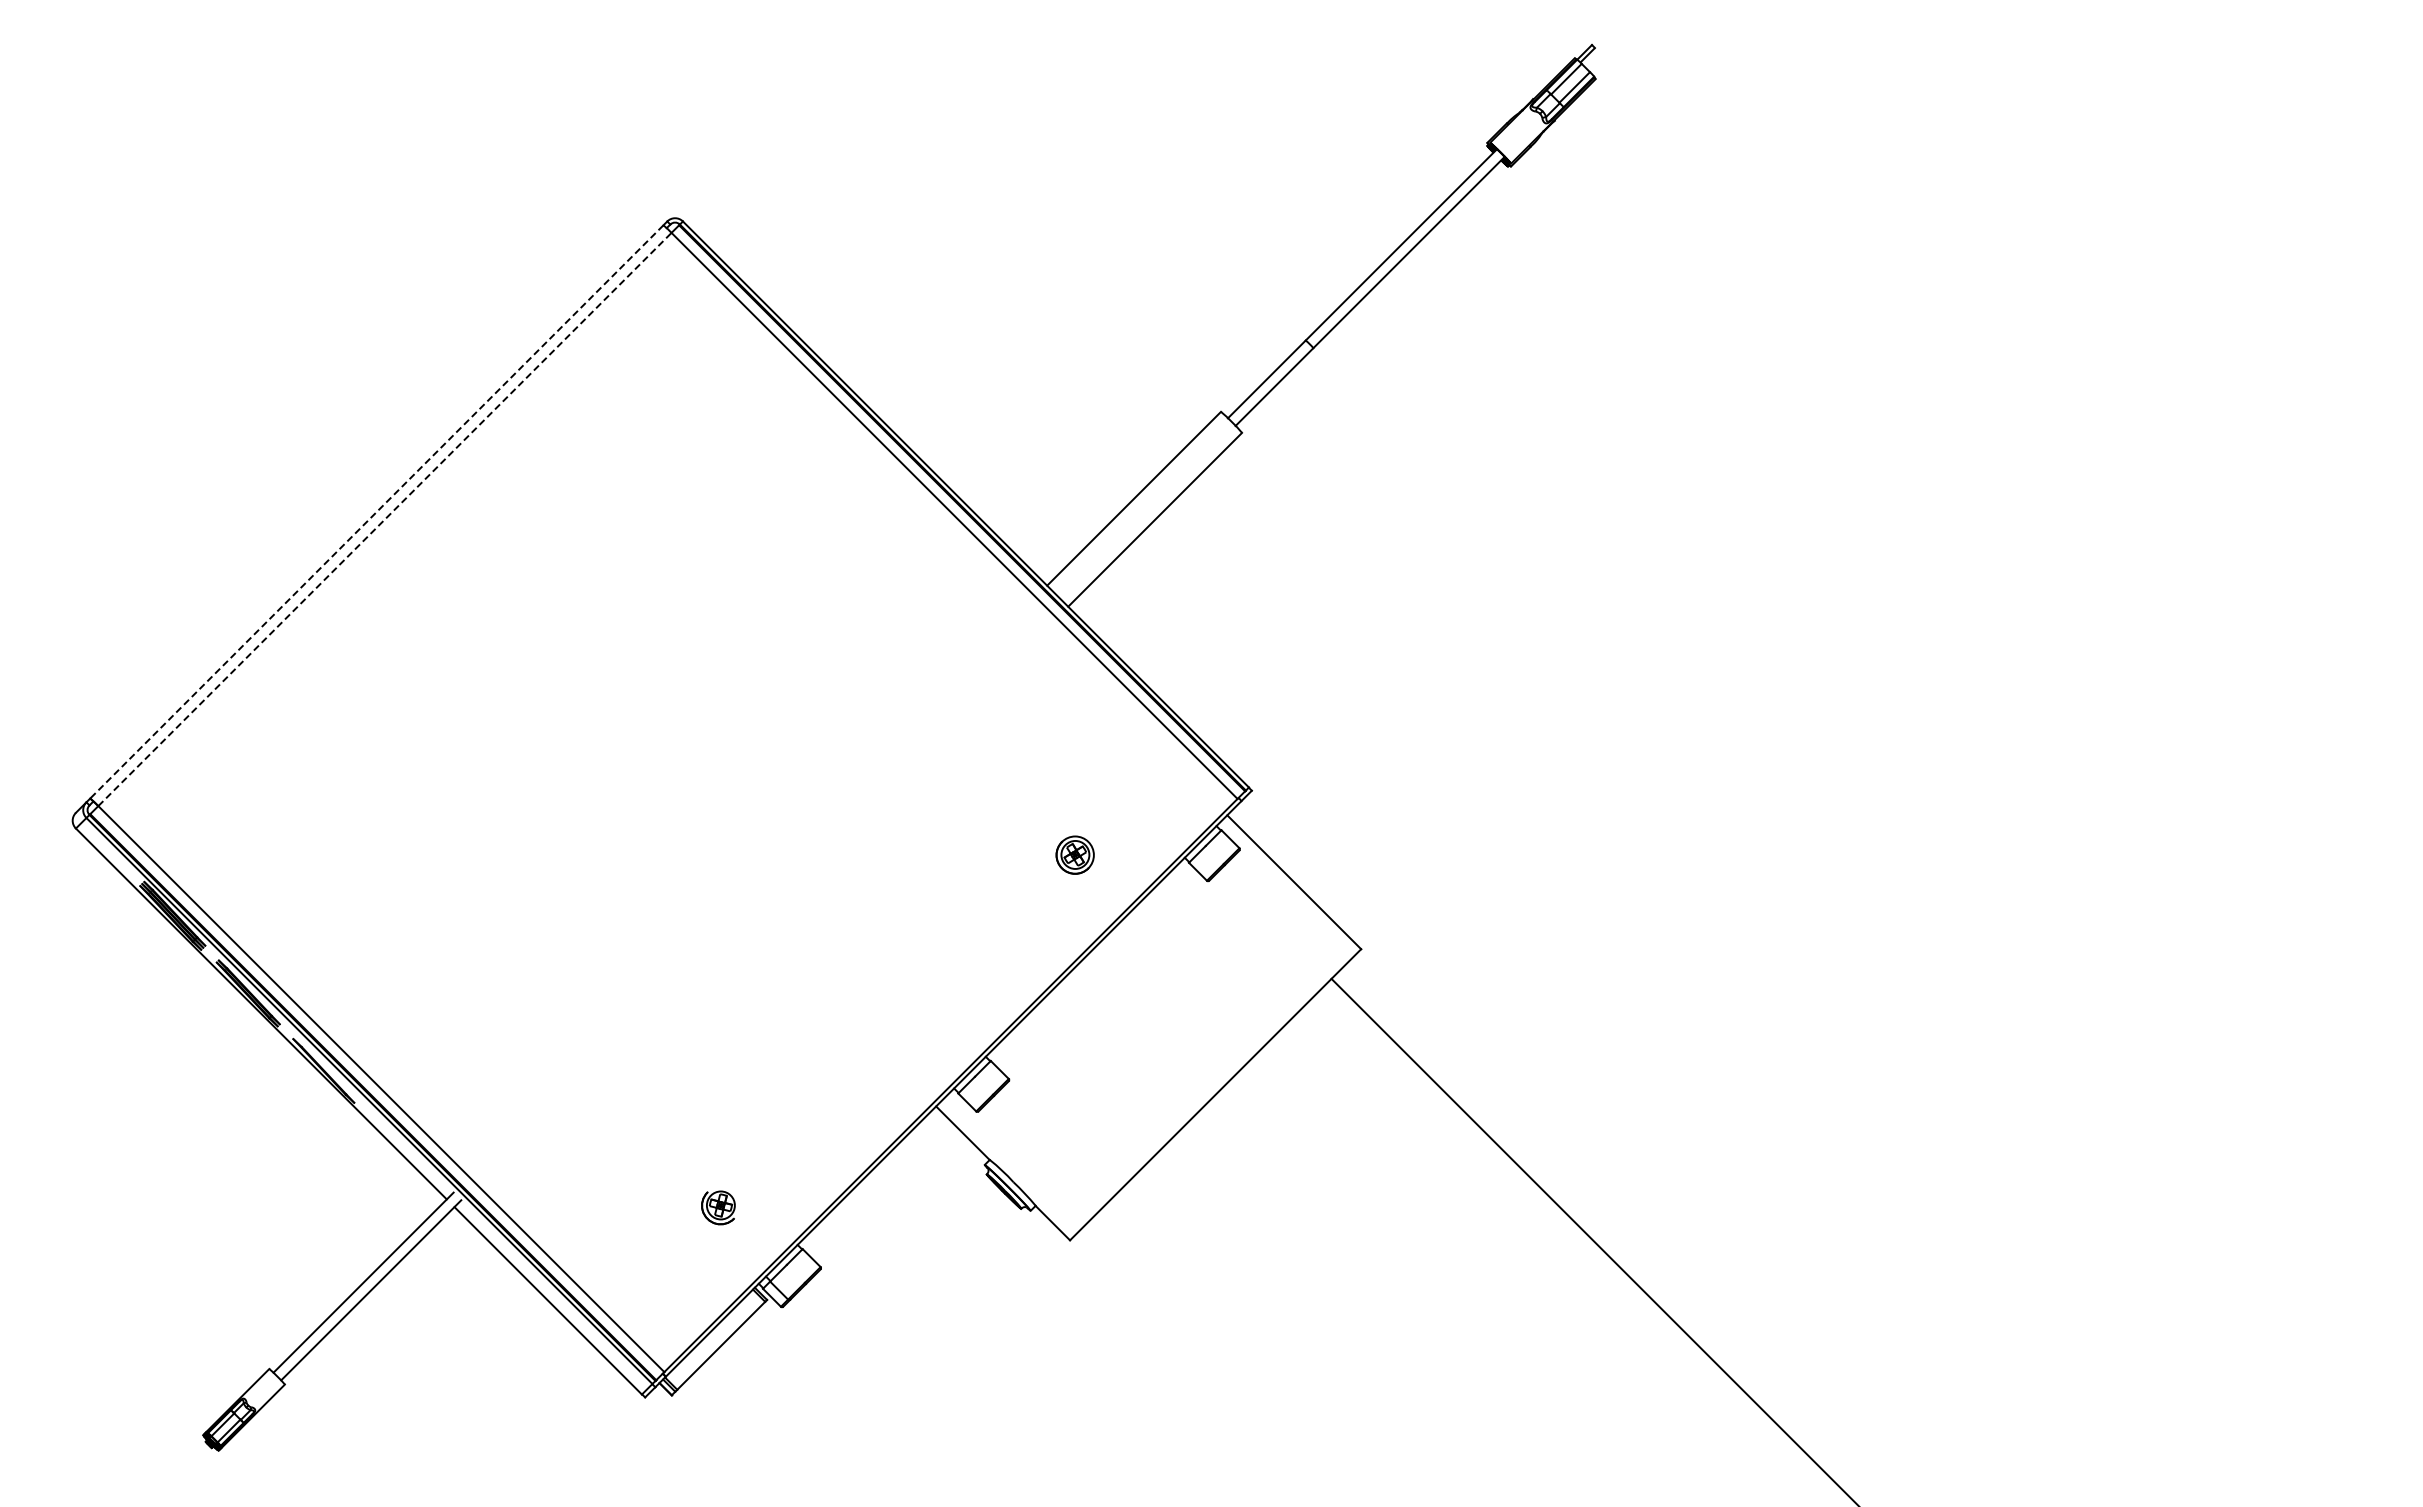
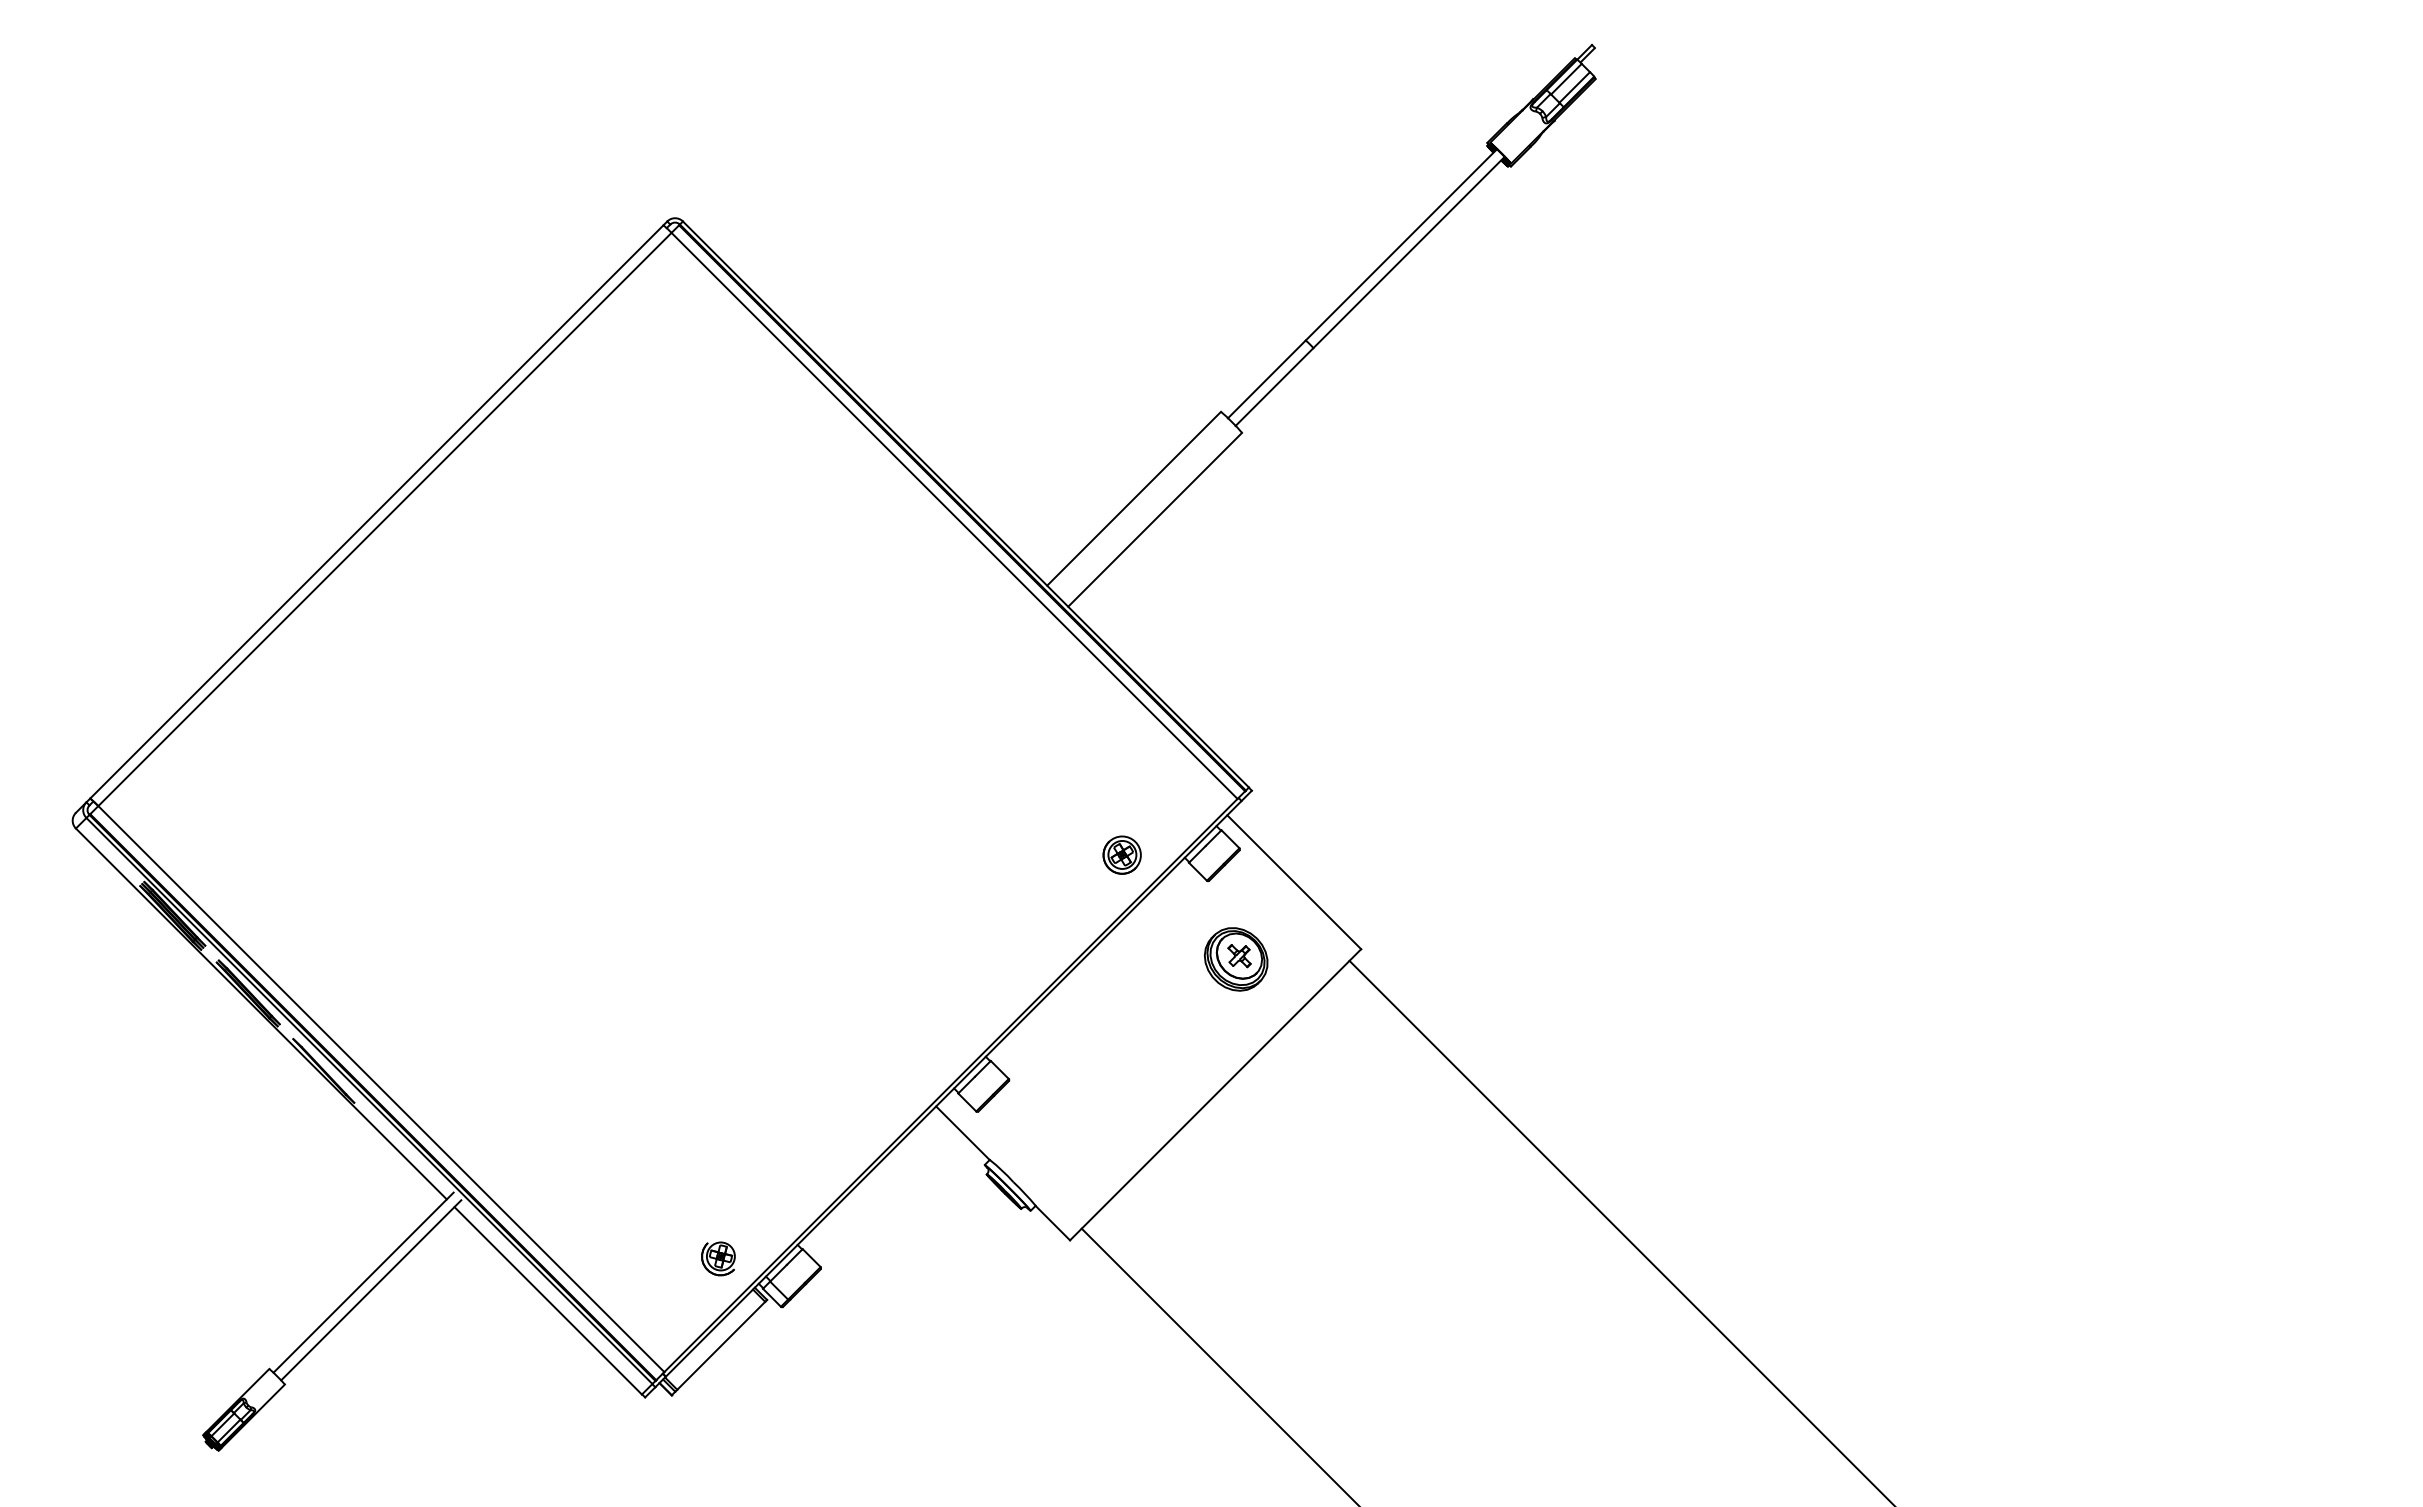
line at (376, 512): dashed -> solid
line at (385, 519): dashed -> solid
part at (1074, 854) position: (1074, 854) -> (1121, 854)
part at (1235, 959): none -> present
part at (718, 1207) position: (718, 1207) -> (718, 1258)
line at (1593, 1240) position: (1593, 1240) -> (1620, 1231)
line at (1218, 1365): none -> present
